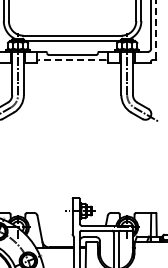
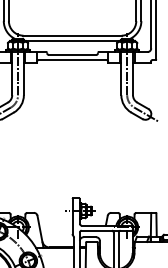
line at (156, 29): dashed -> solid
line at (72, 60): dashed -> solid
